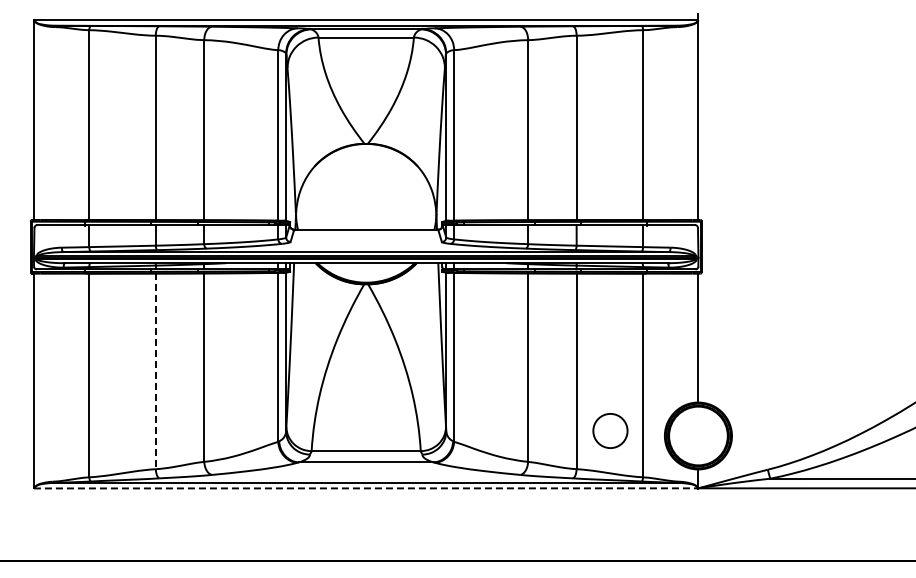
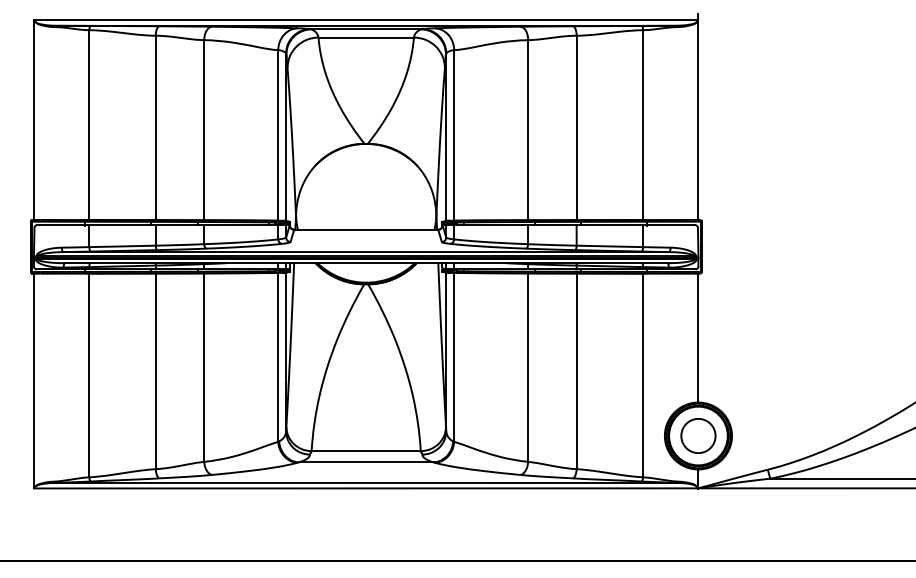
line at (155, 371): dashed -> solid
circle at (610, 430) position: (610, 430) -> (698, 435)
line at (366, 488): dashed -> solid
